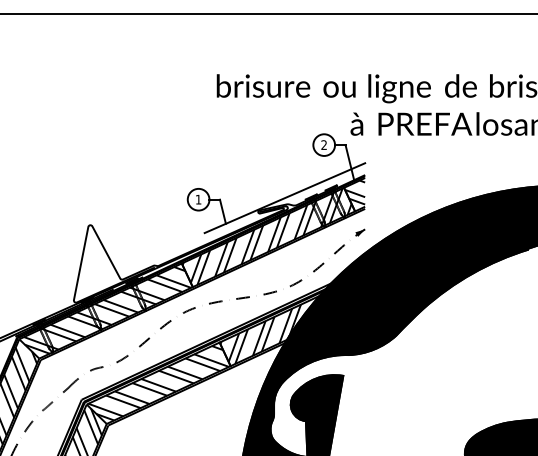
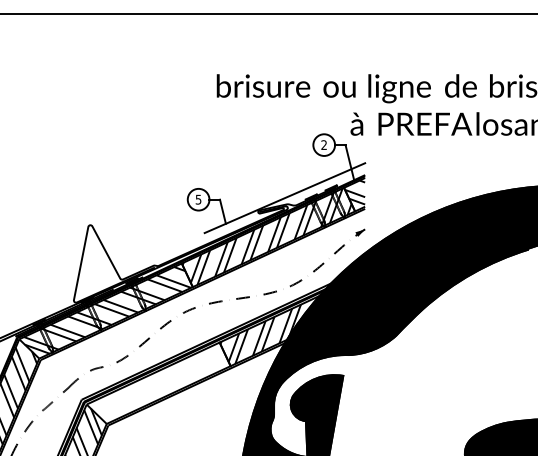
text at (198, 199): 1 -> 5
hatch at (158, 383): present -> none
